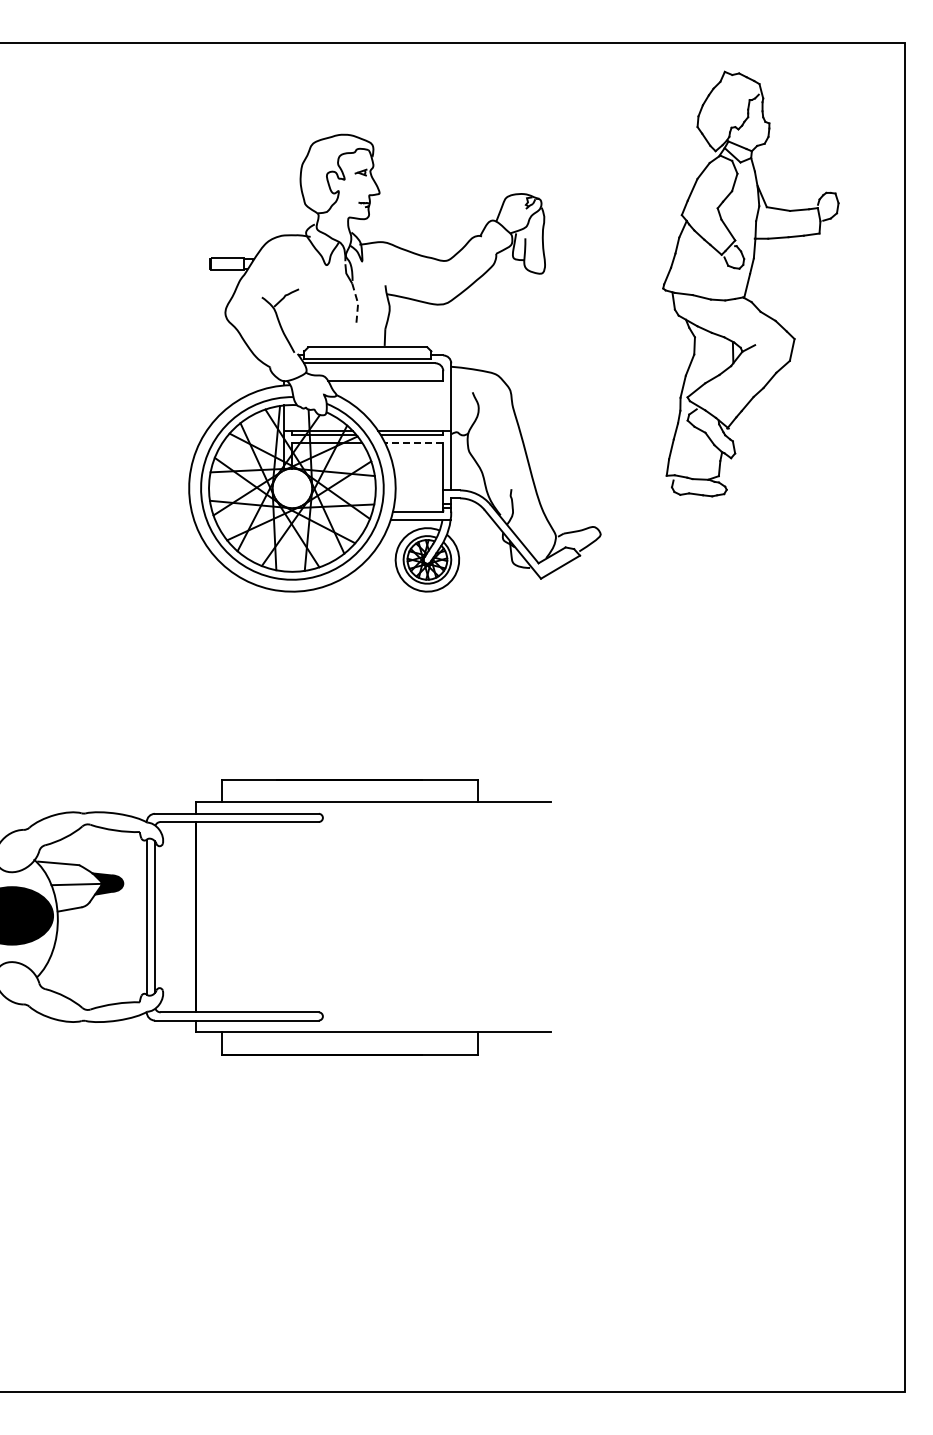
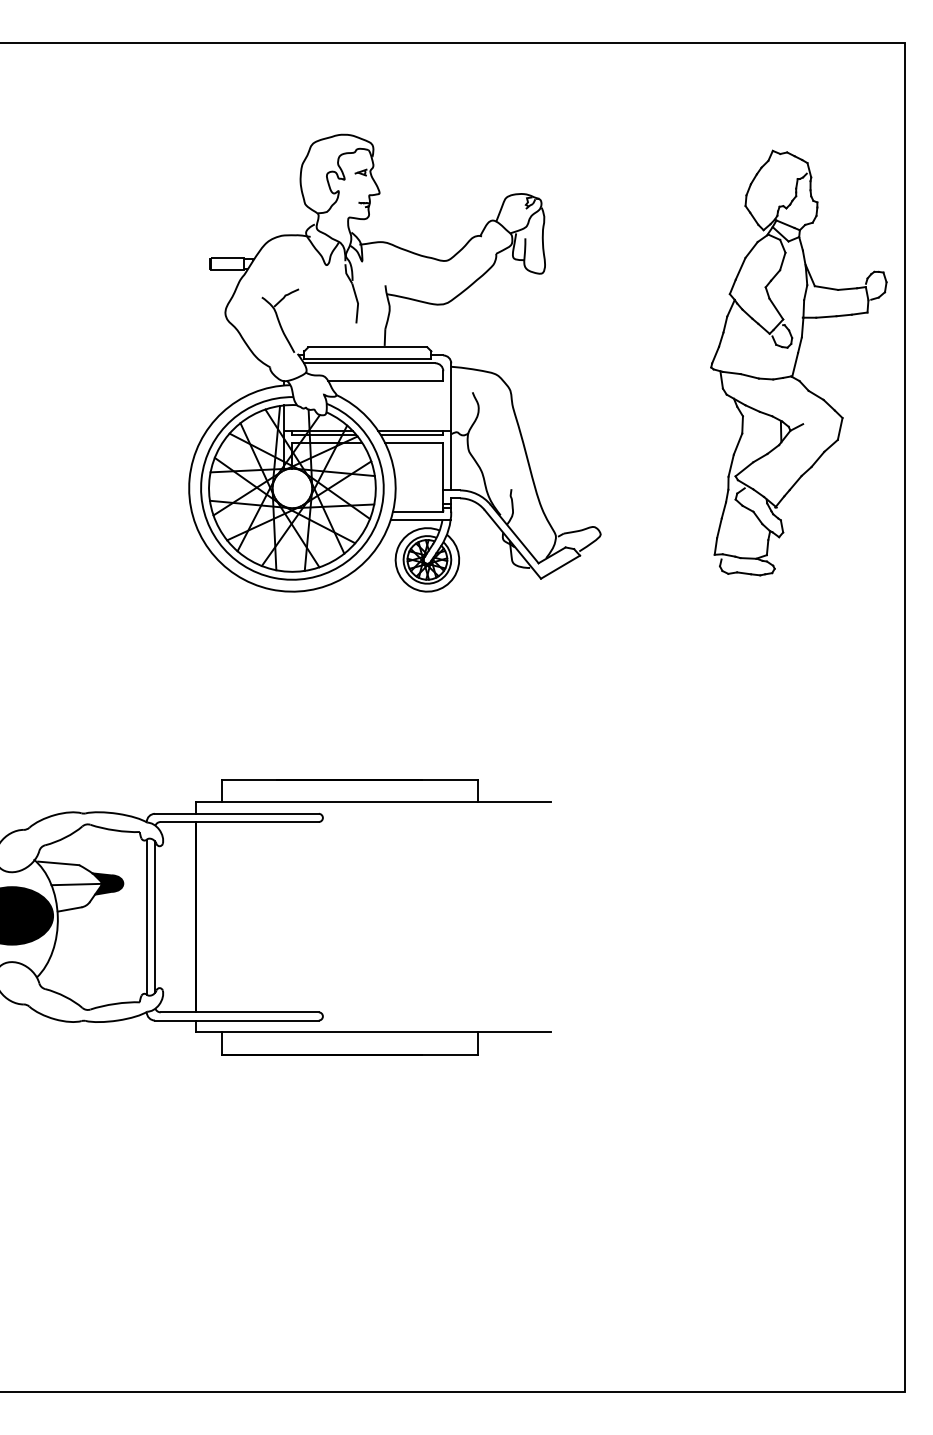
part at (750, 283) position: (750, 283) -> (798, 362)
line at (358, 303): dashed -> solid
line at (413, 442): dashed -> solid
